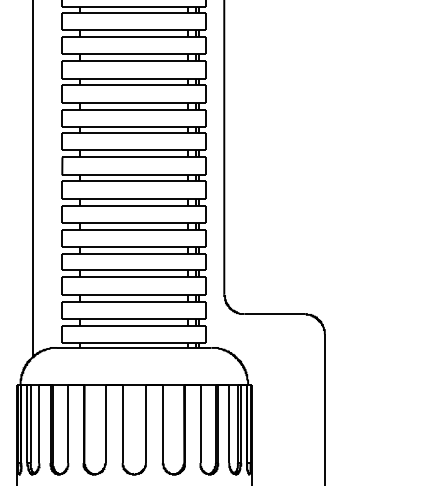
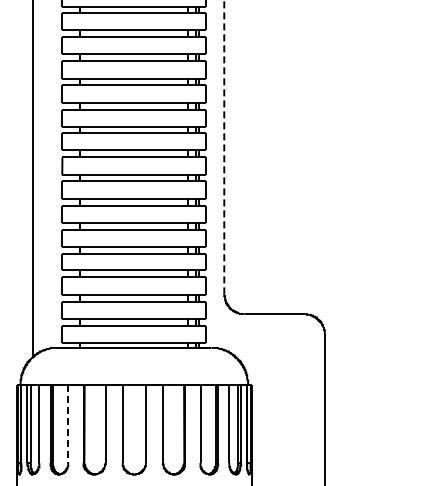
line at (224, 147): solid -> dashed
line at (68, 424): solid -> dashed
